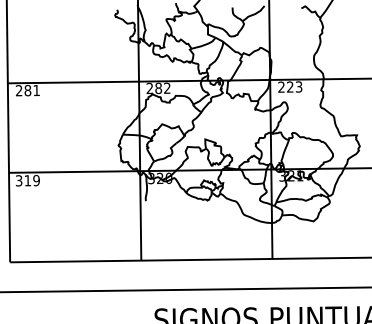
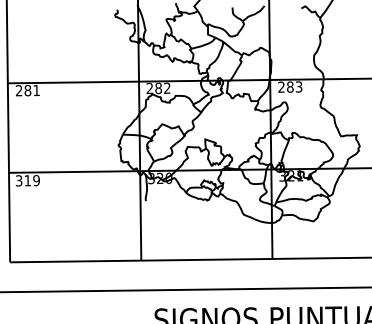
text at (290, 86): 223 -> 283
